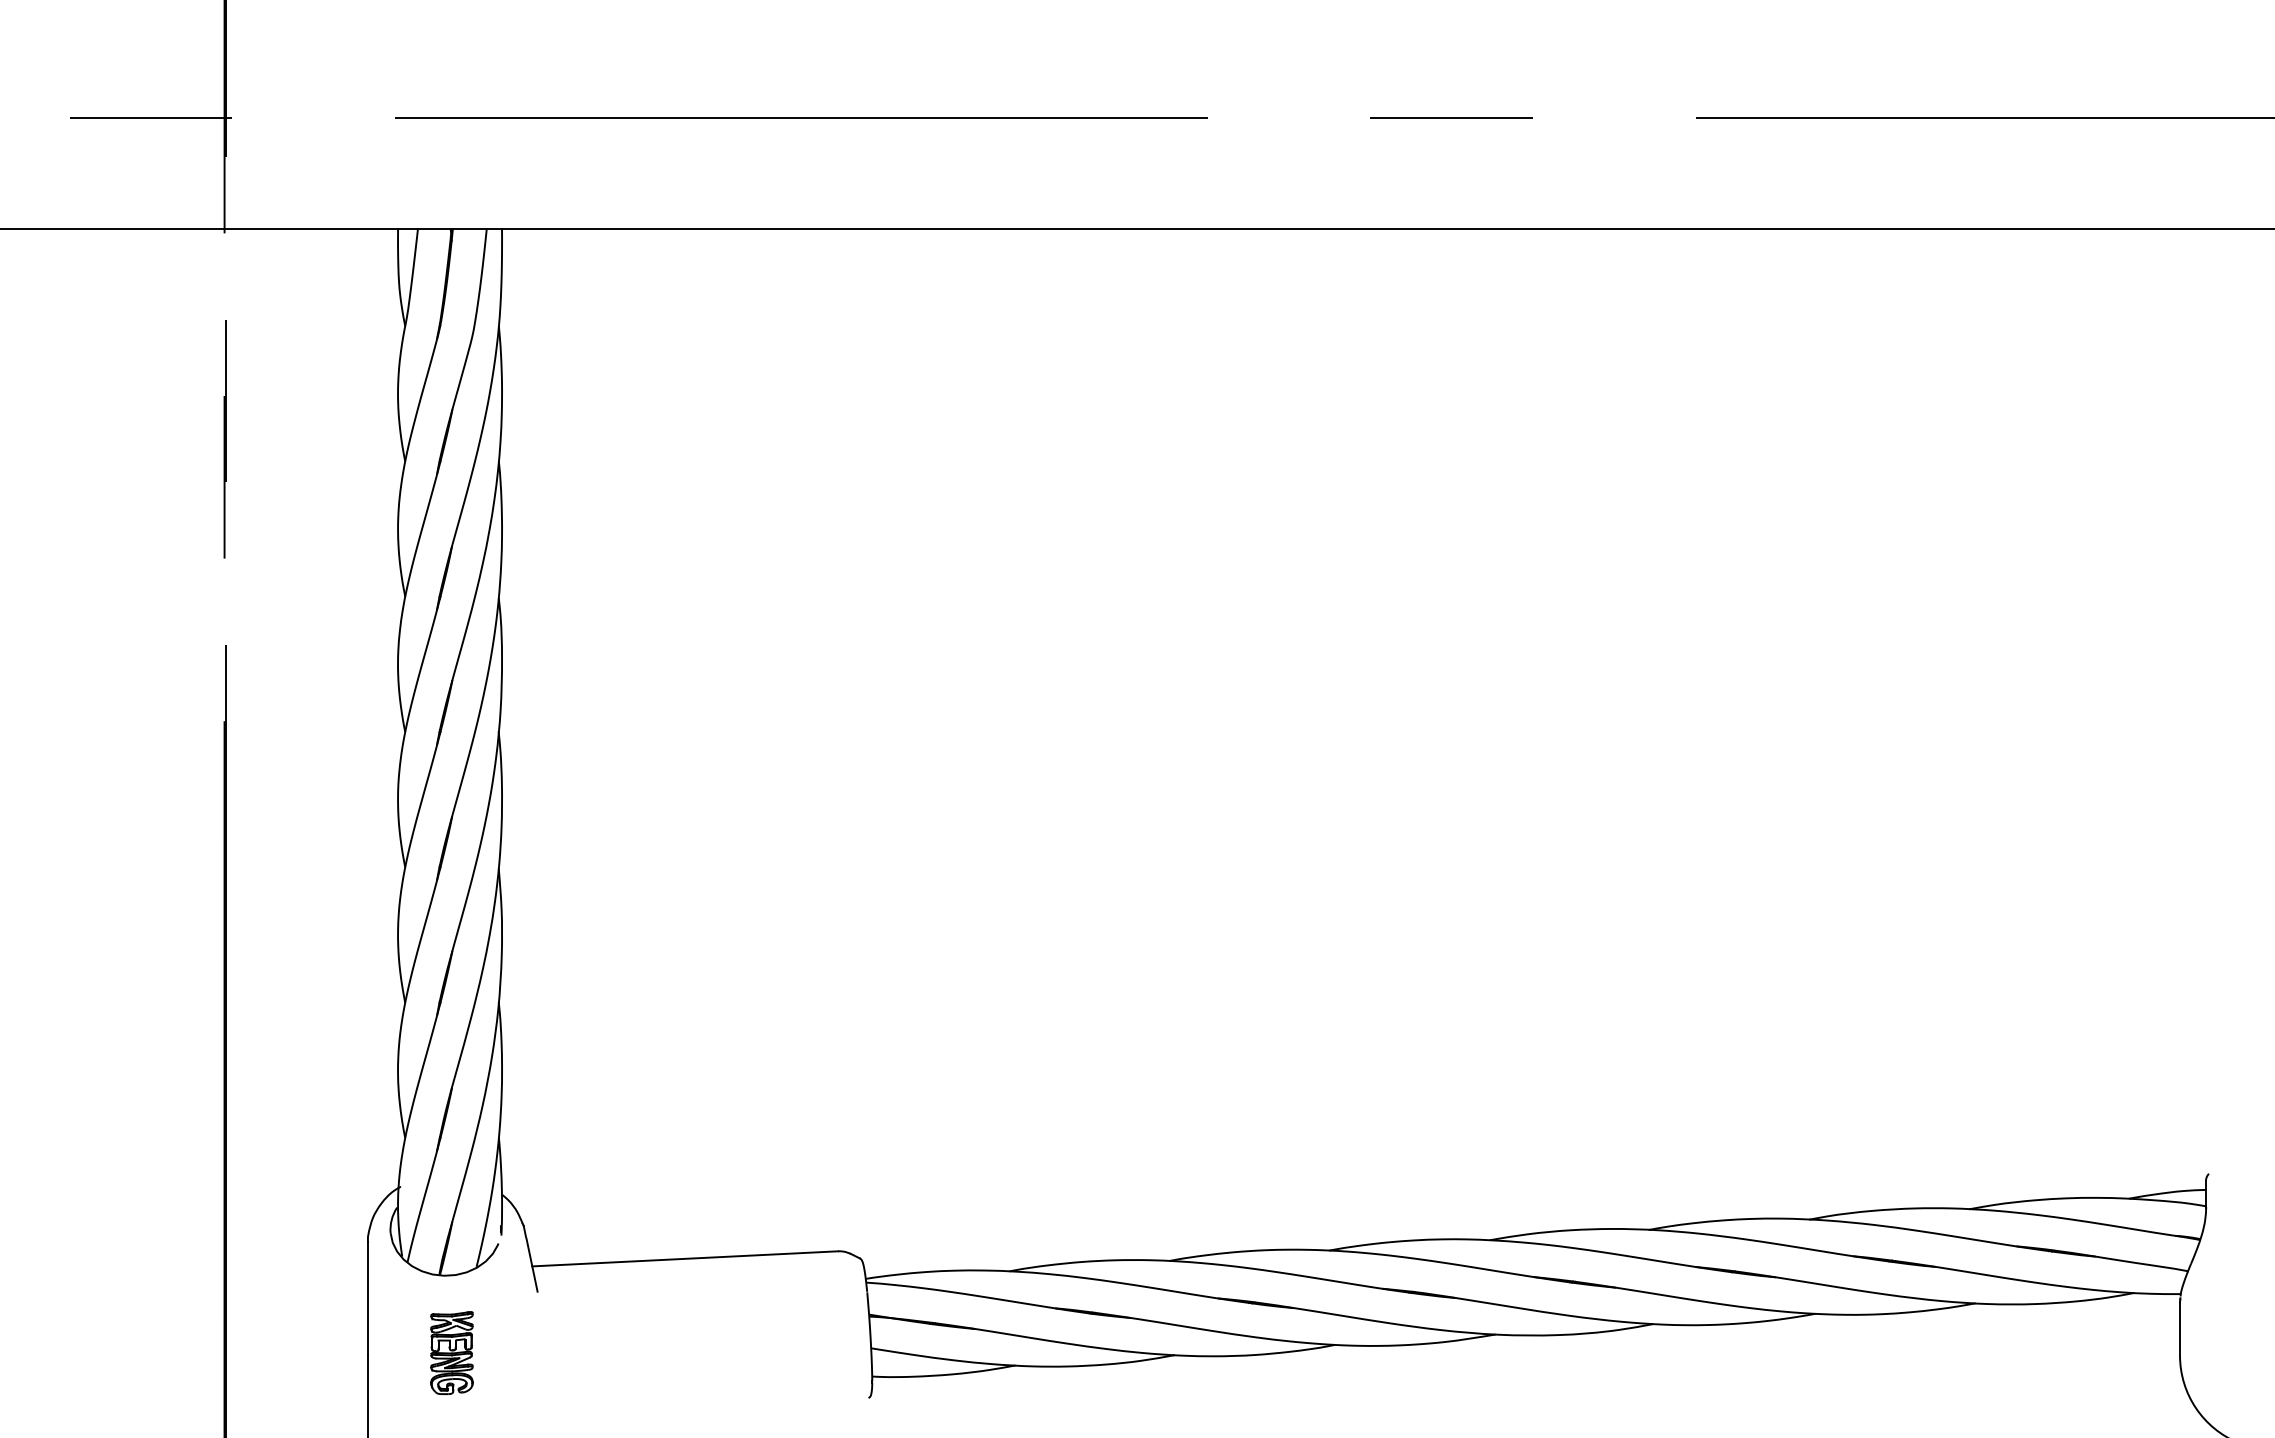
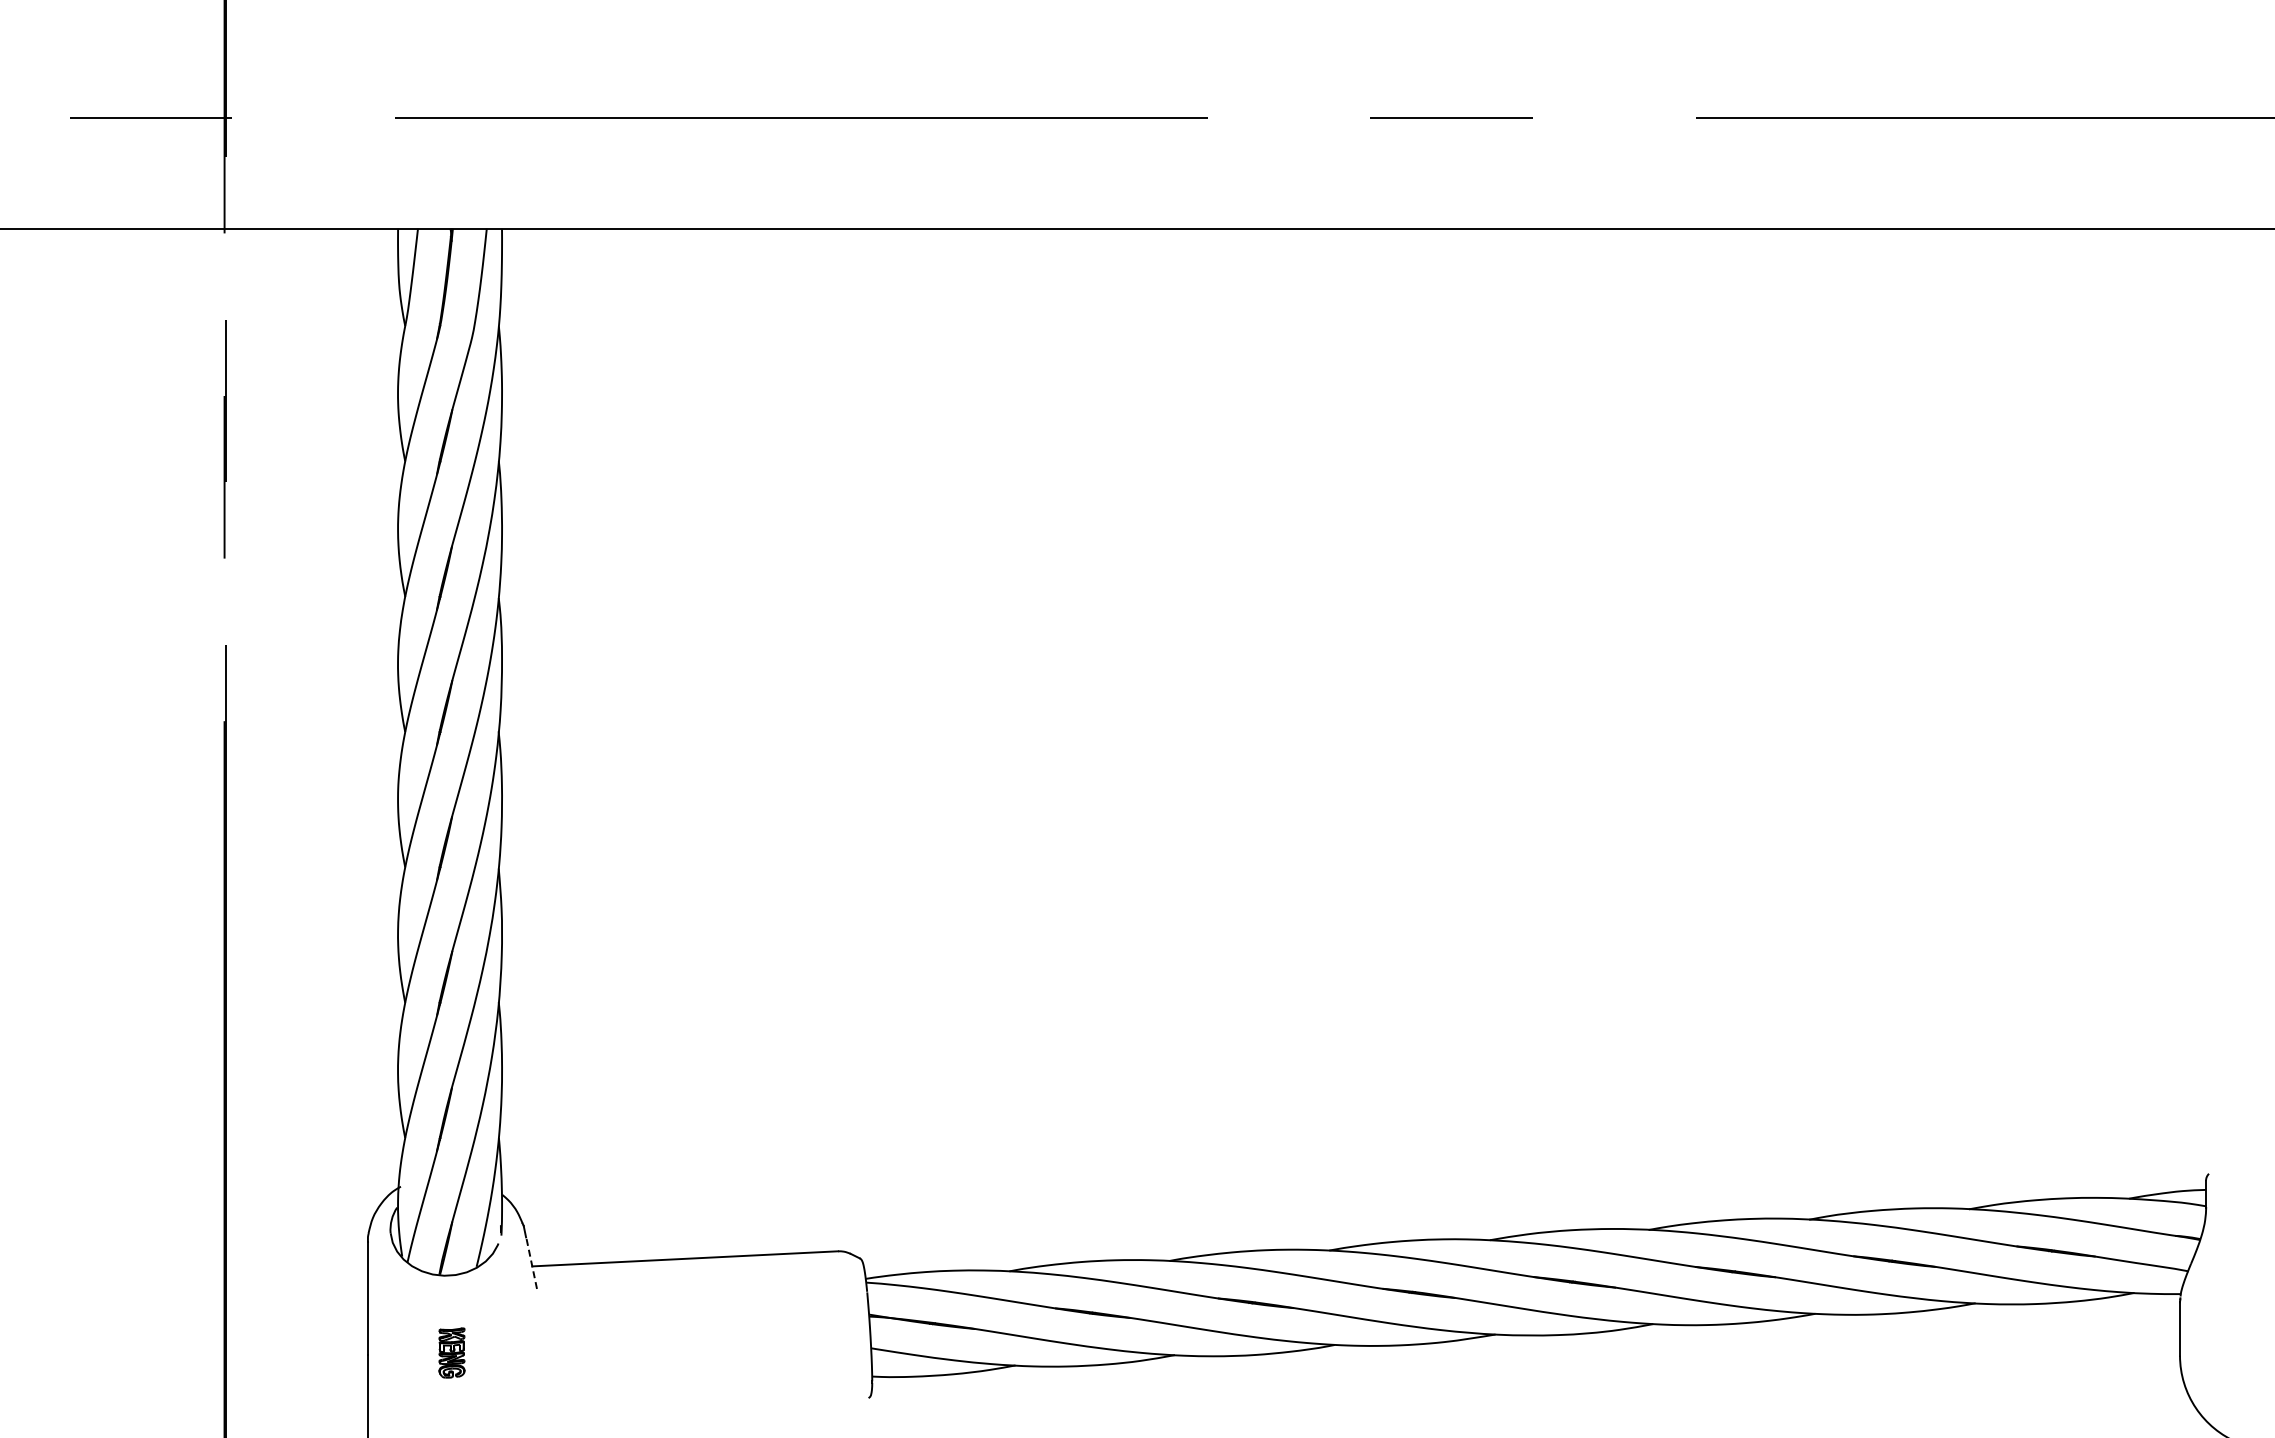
line at (532, 1265): solid -> dashed
part at (451, 1352) size: 44x84 px -> 28x52 px
